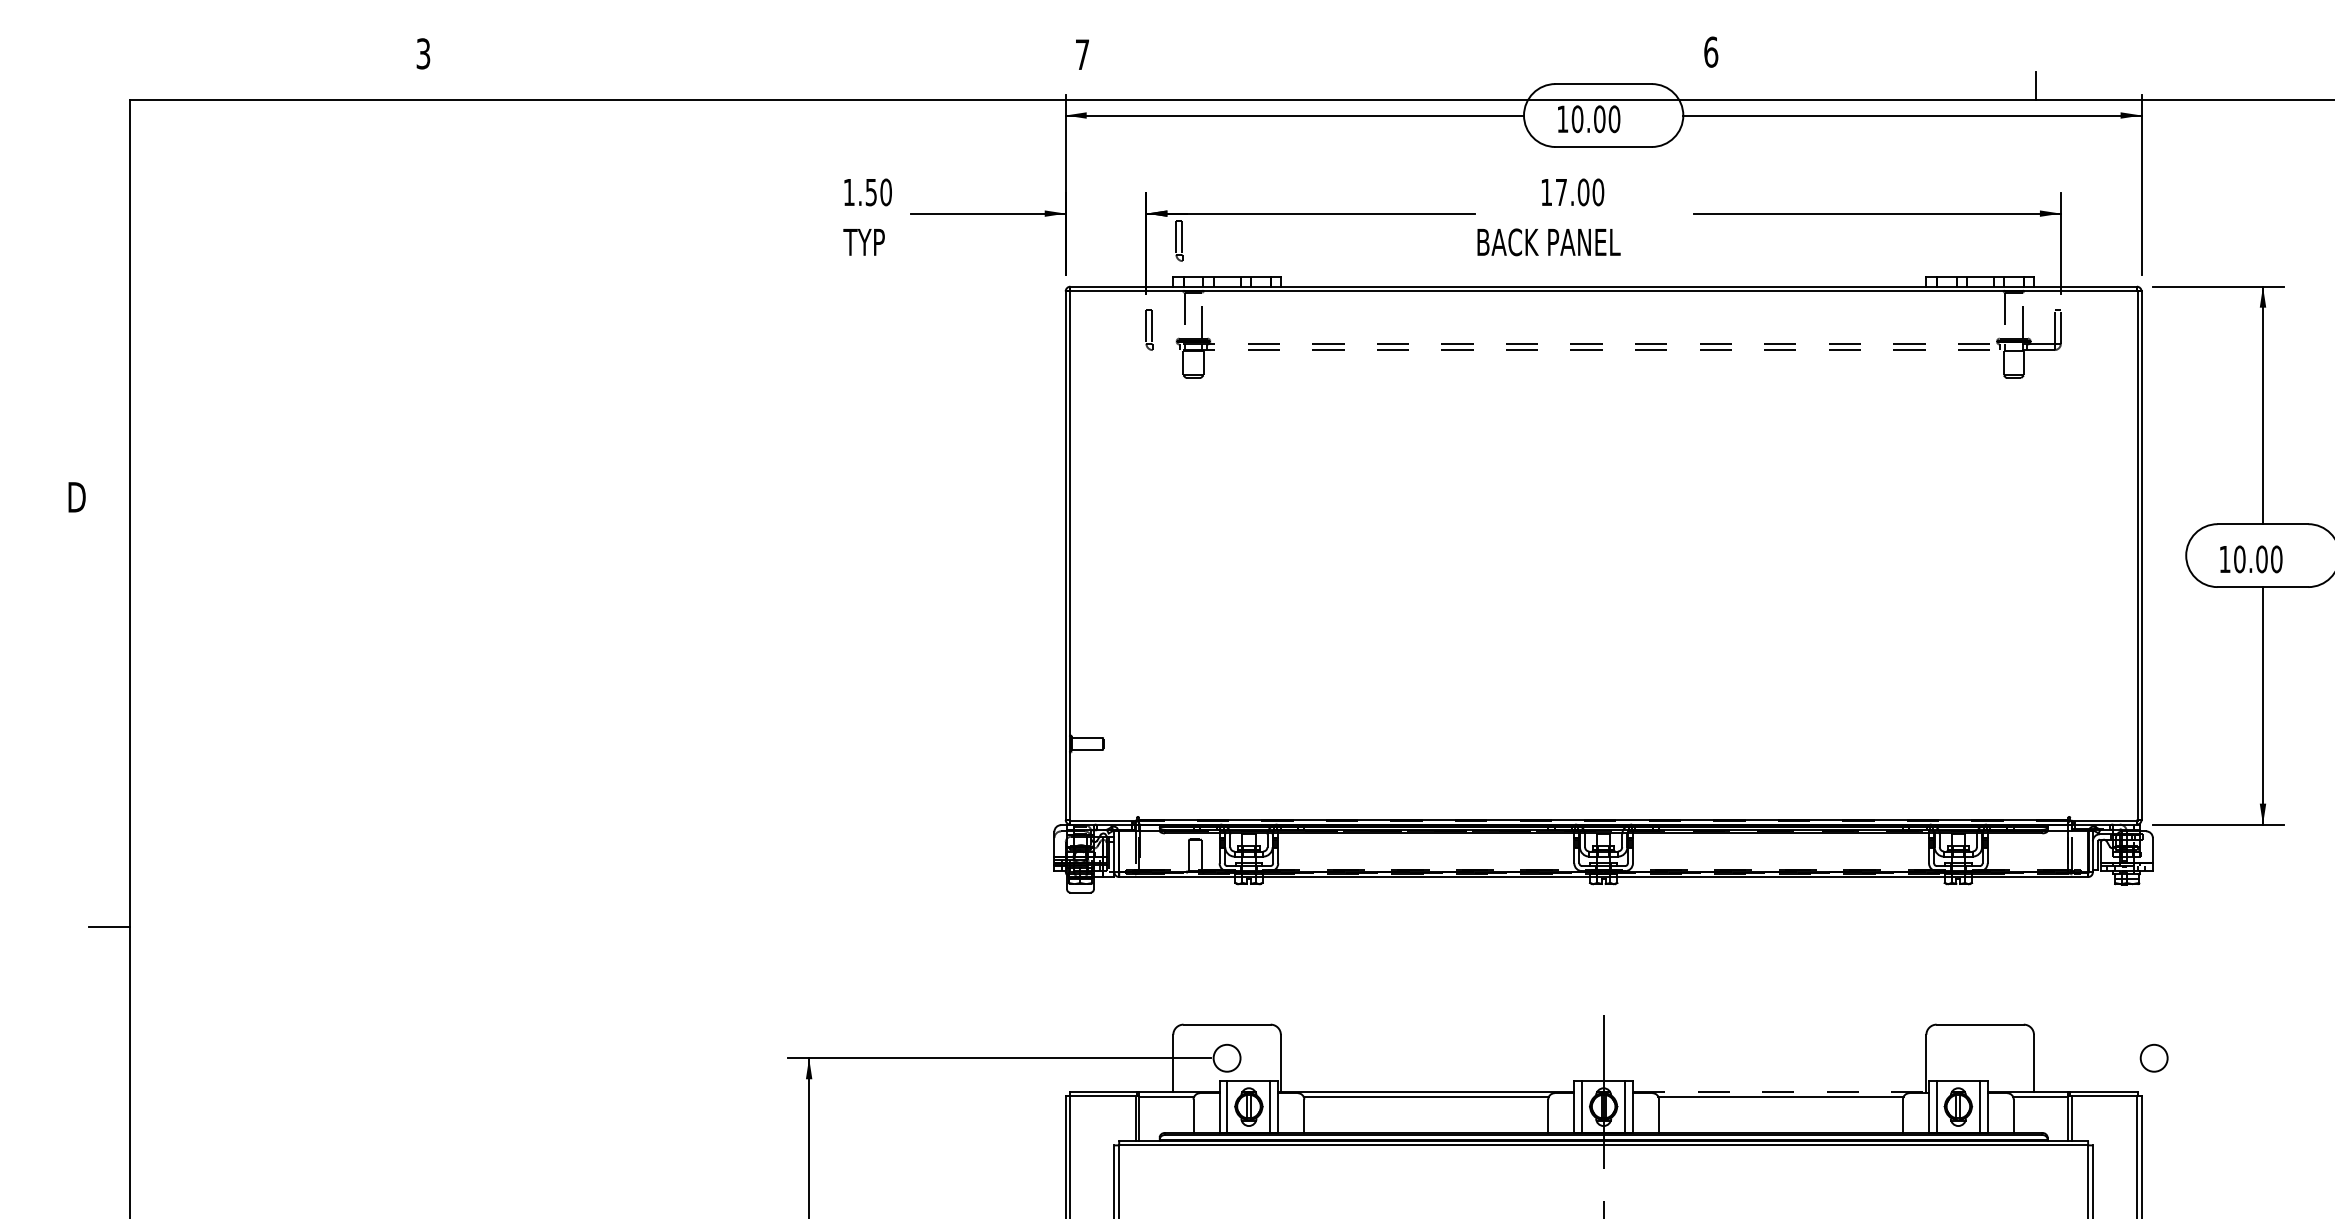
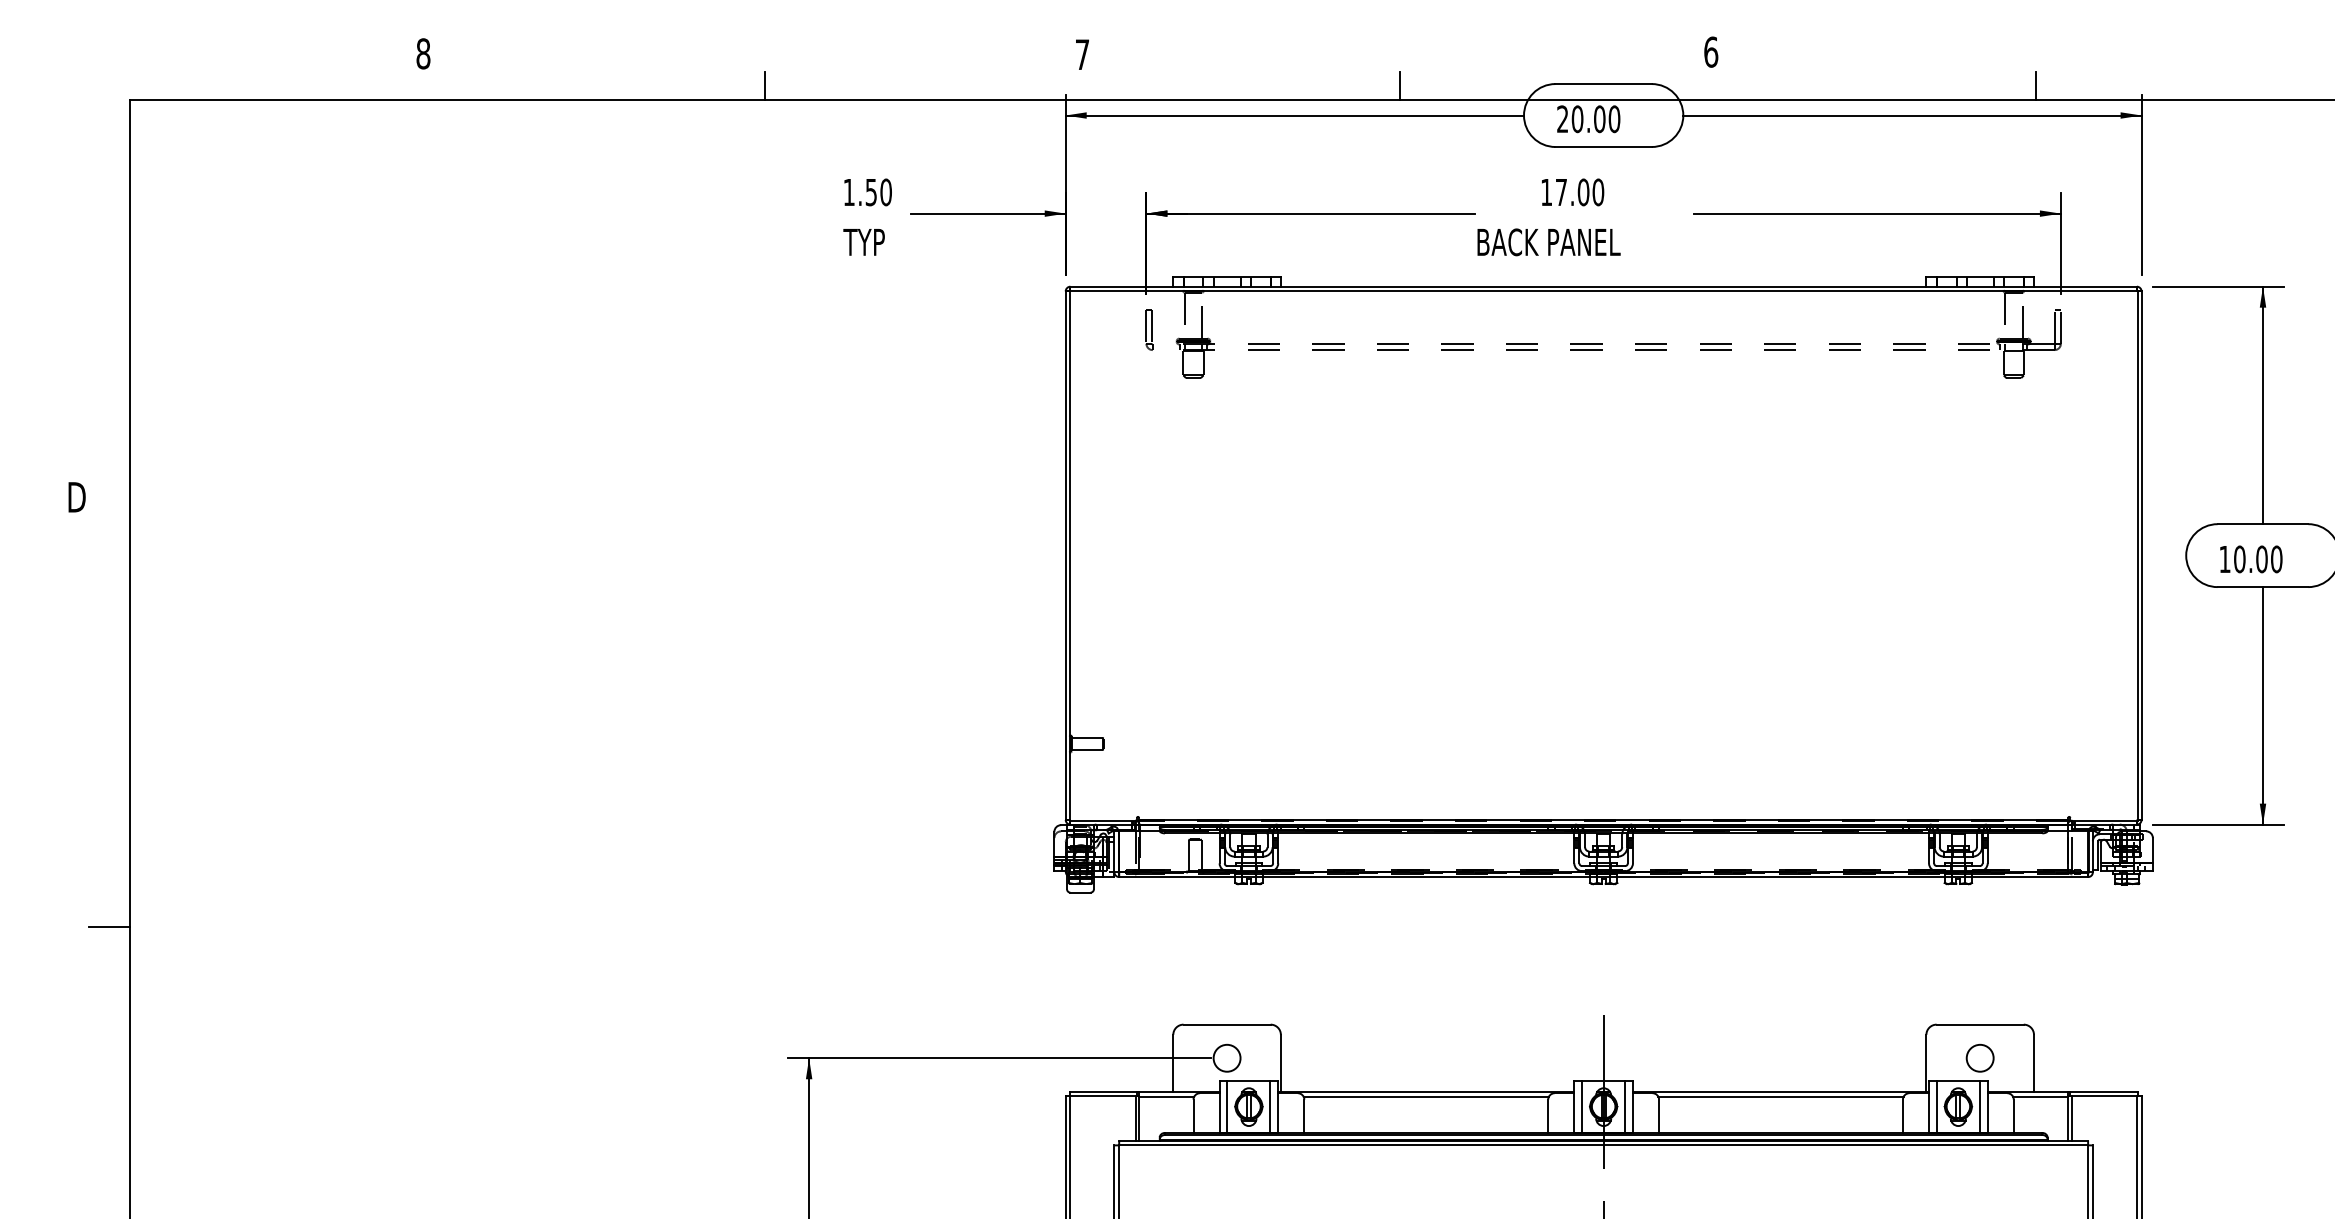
text at (423, 53): 3 -> 8
line at (765, 85): none -> present
line at (1400, 85): none -> present
text at (1562, 118): 10.00 -> 20.00
part at (1179, 240): present -> none
circle at (2153, 1057) position: (2153, 1057) -> (1979, 1057)
line at (1781, 1091): dashed -> solid
